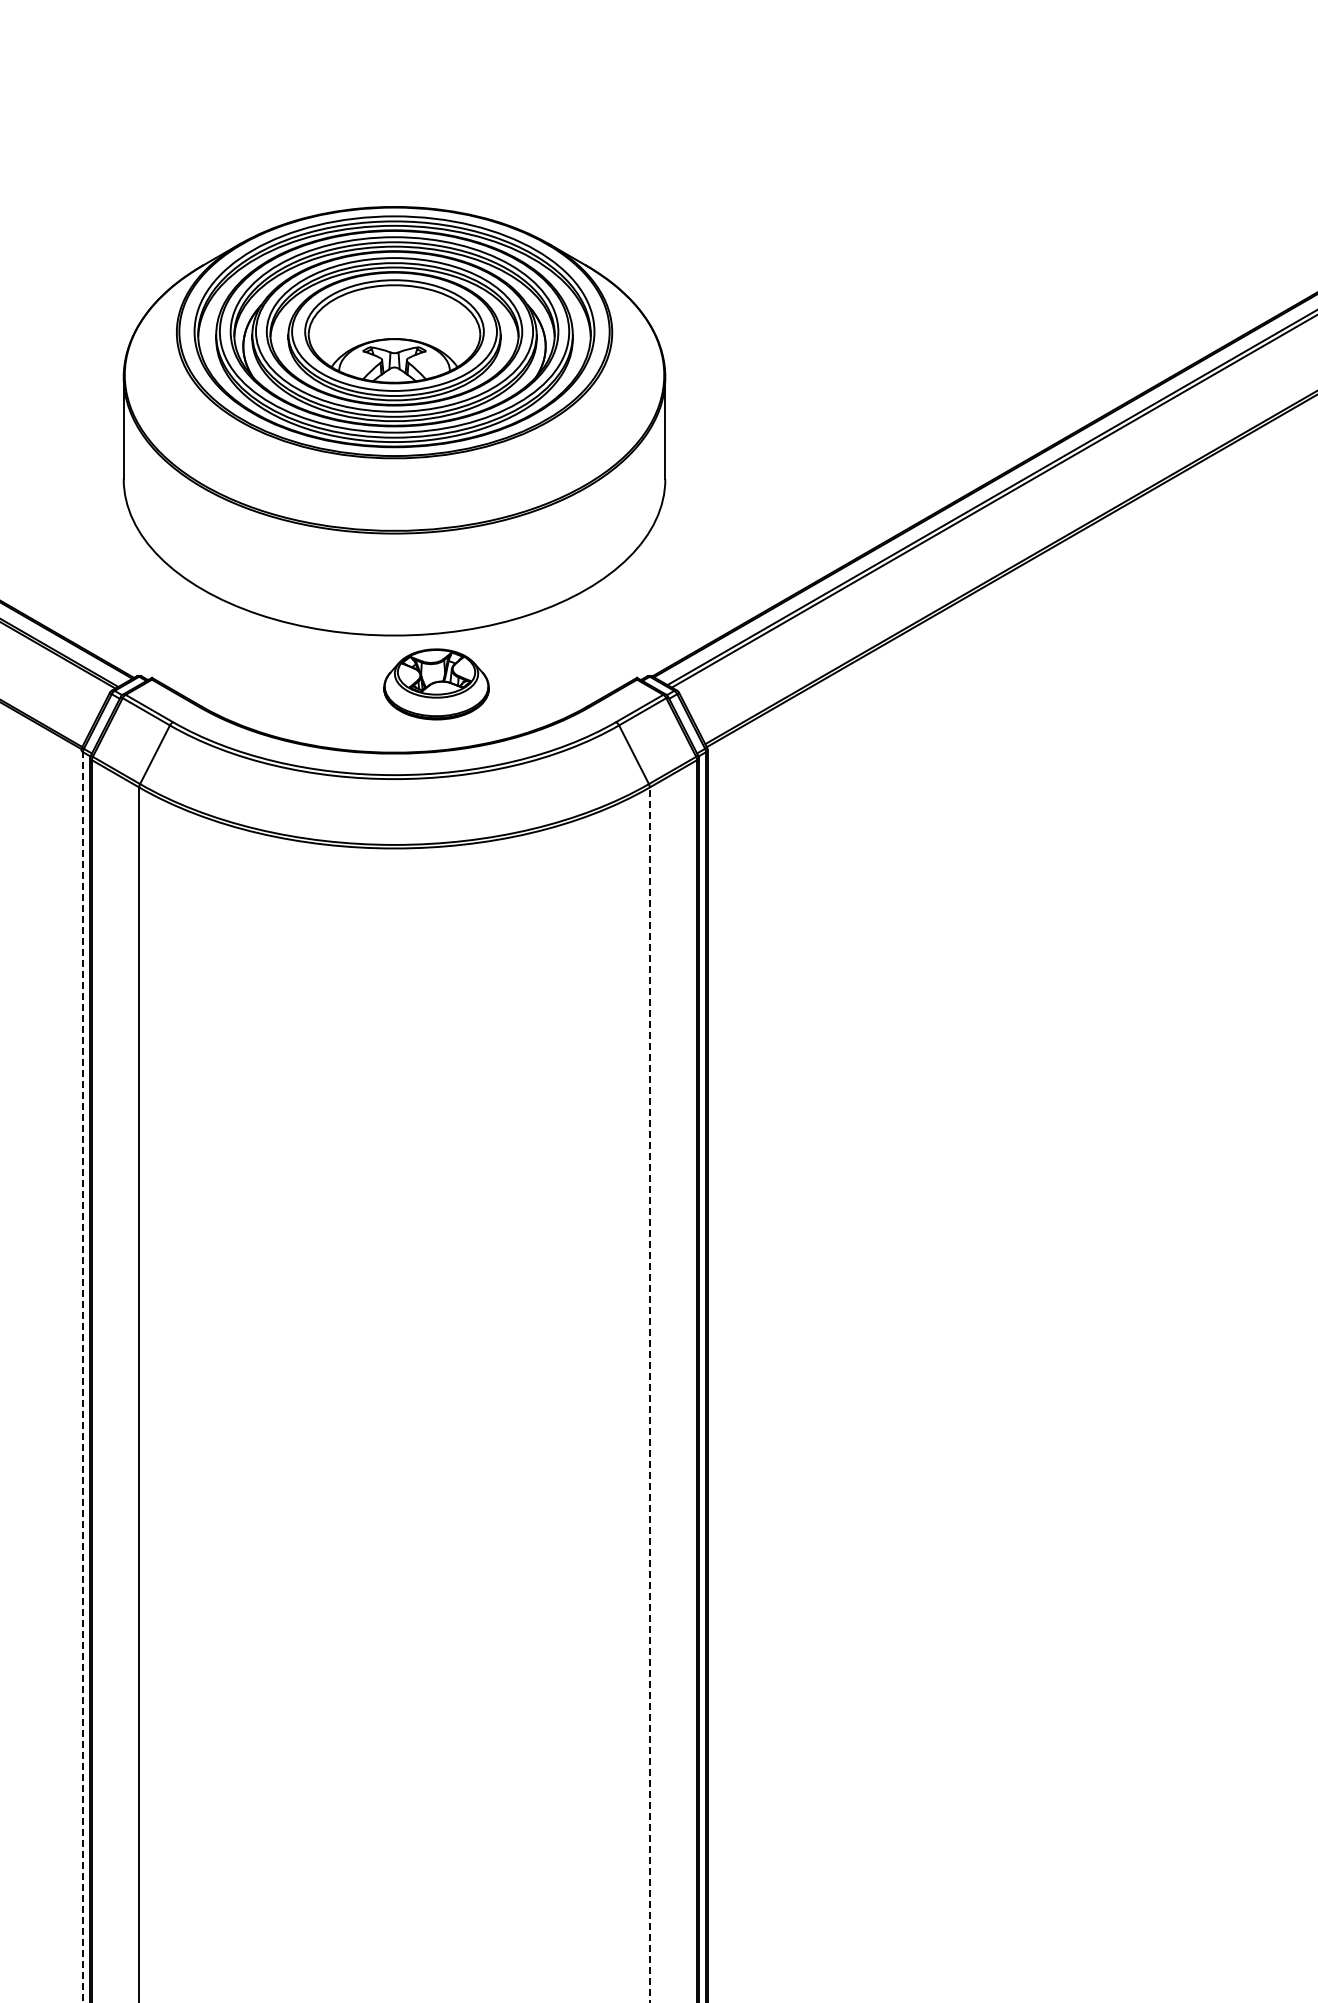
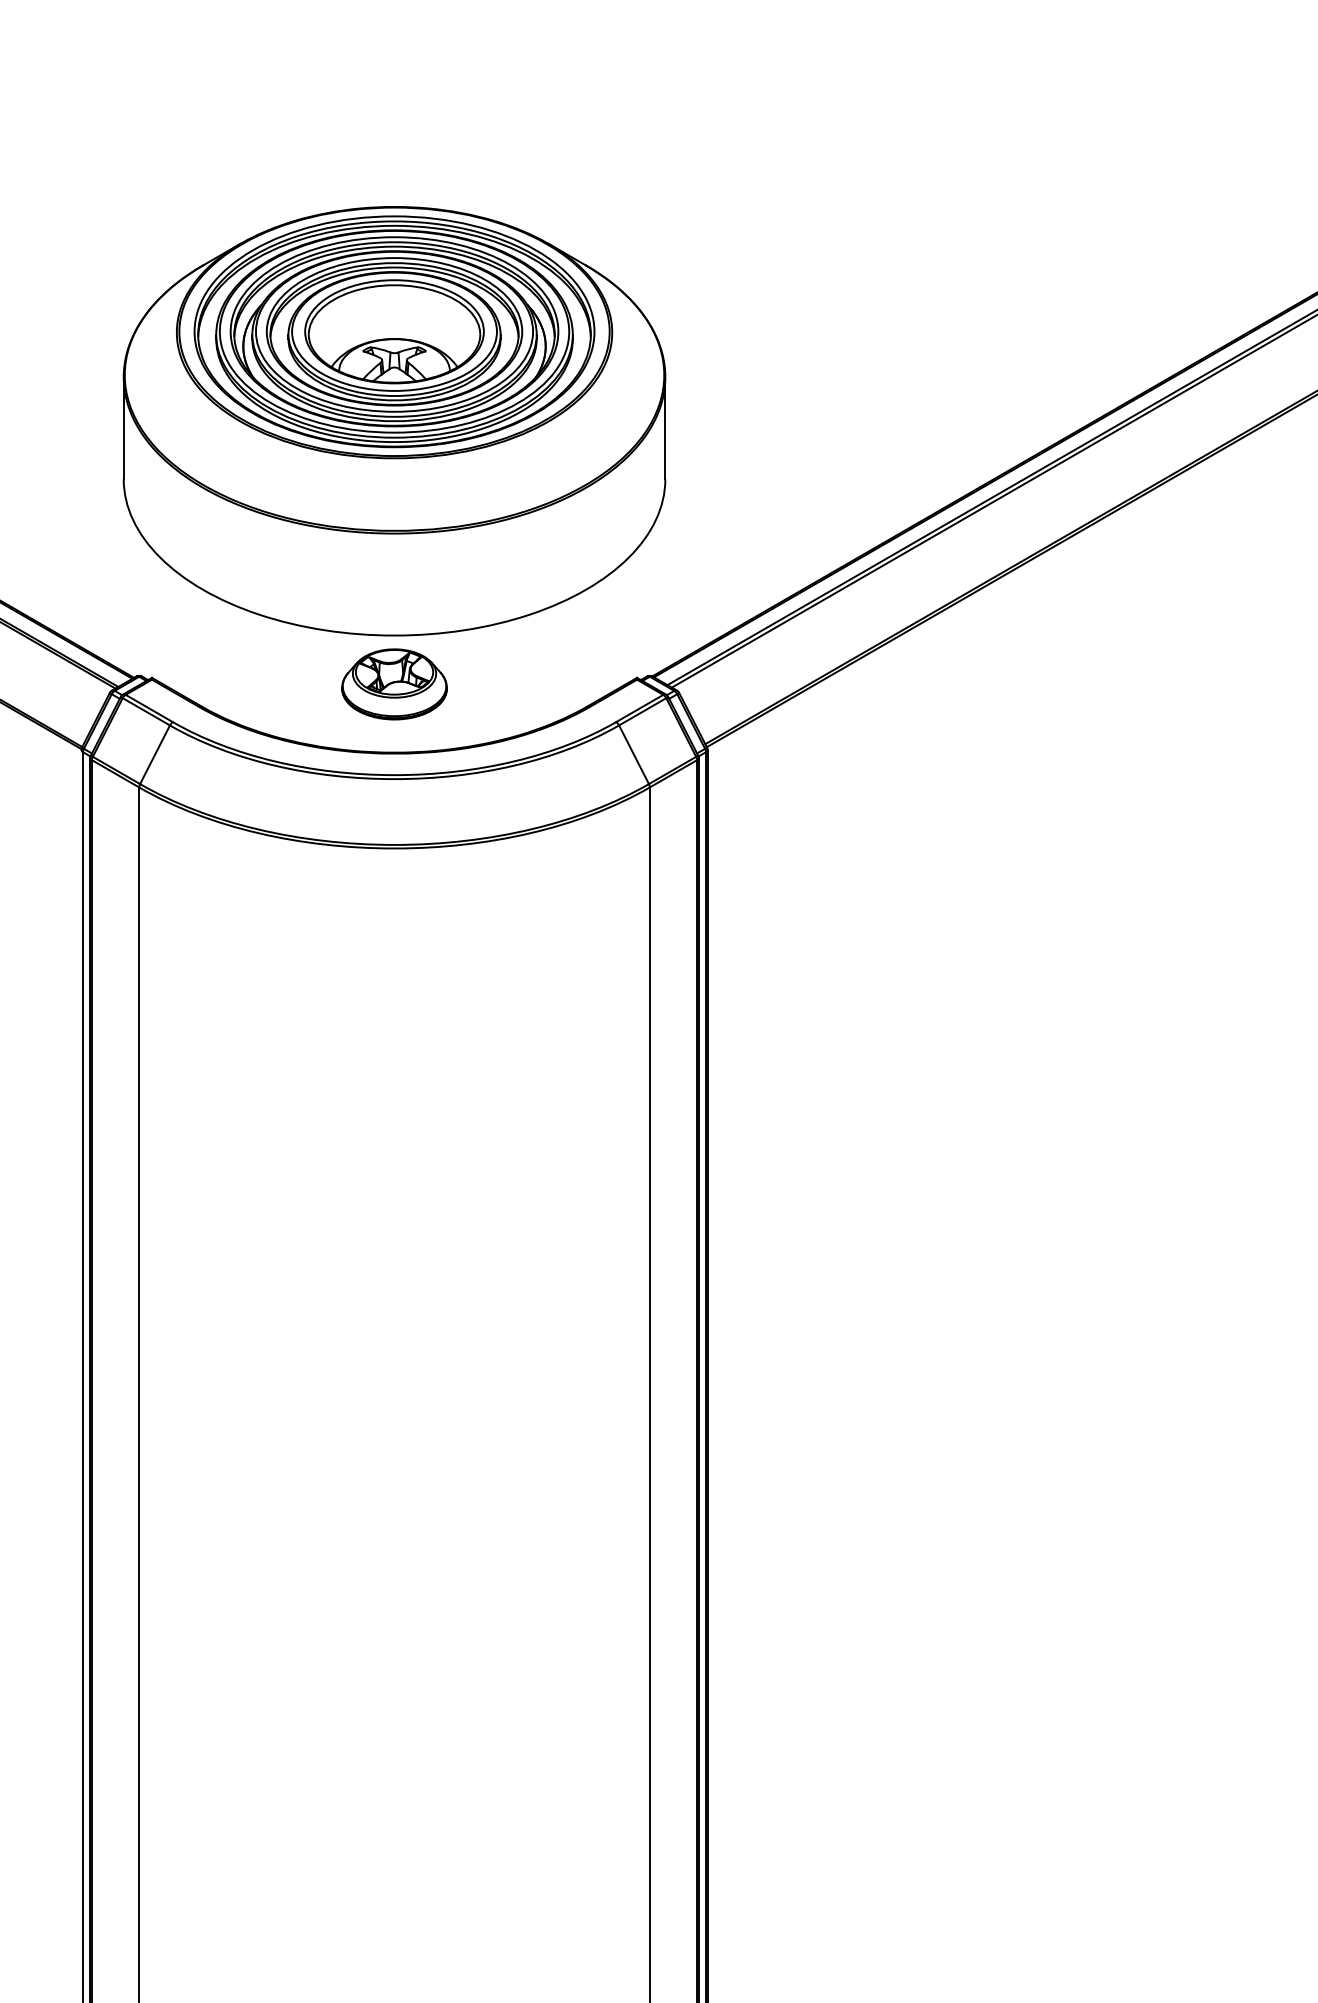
part at (436, 684) position: (436, 684) -> (394, 684)
line at (83, 1377): dashed -> solid
line at (649, 1394): dashed -> solid
